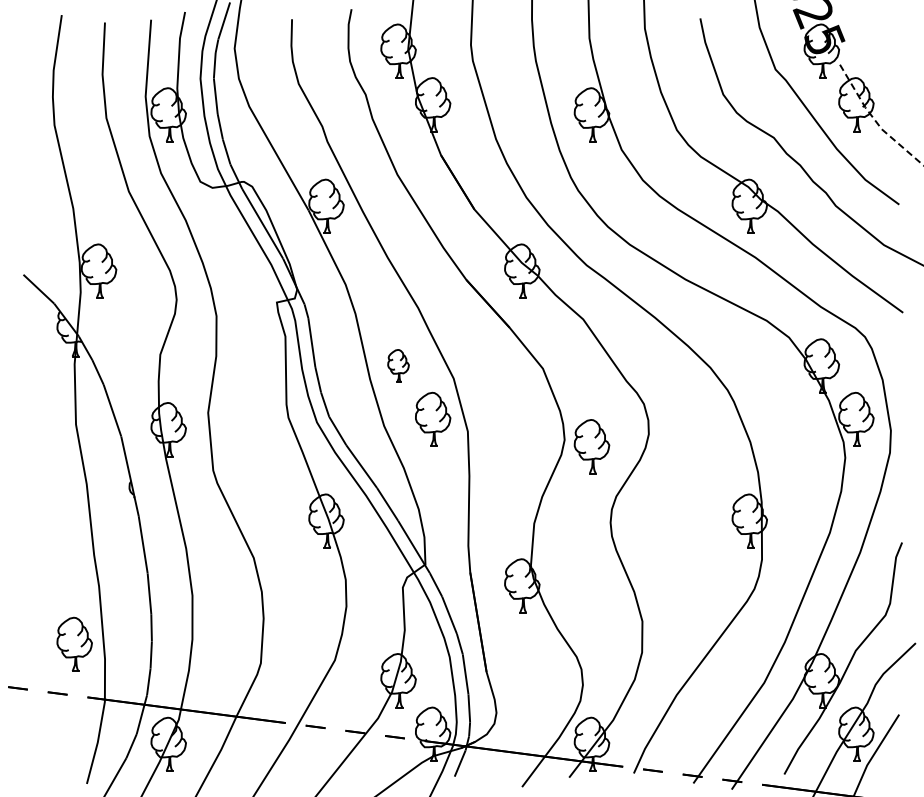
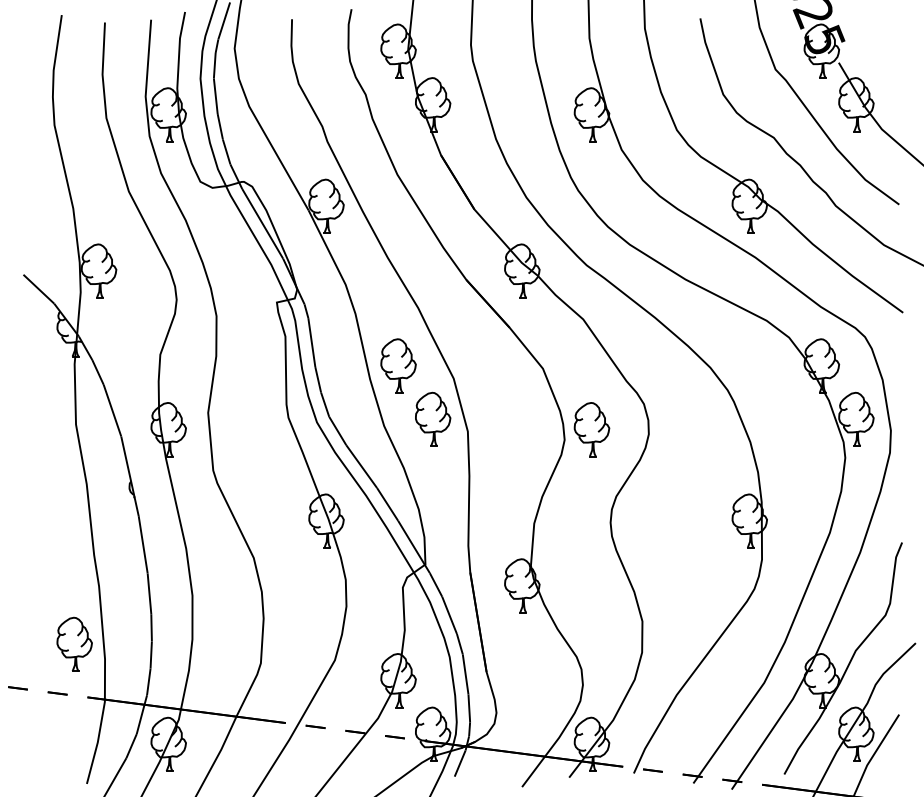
line at (874, 119): dashed -> solid
part at (398, 365) size: 23x34 px -> 37x56 px
part at (591, 446) position: (591, 446) -> (591, 429)
